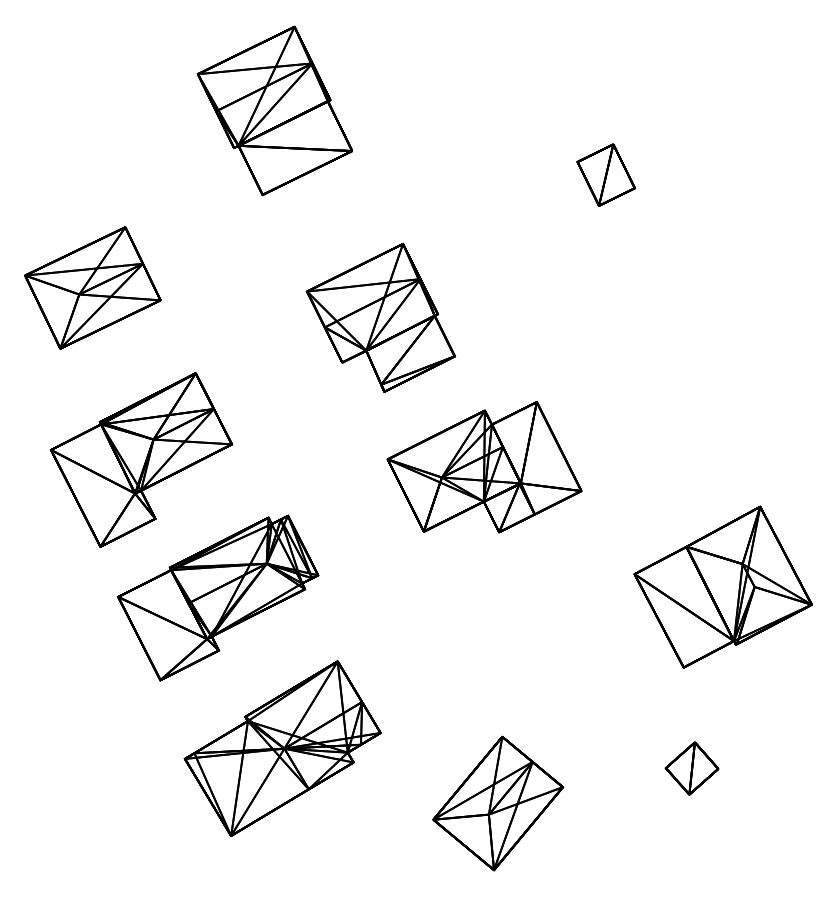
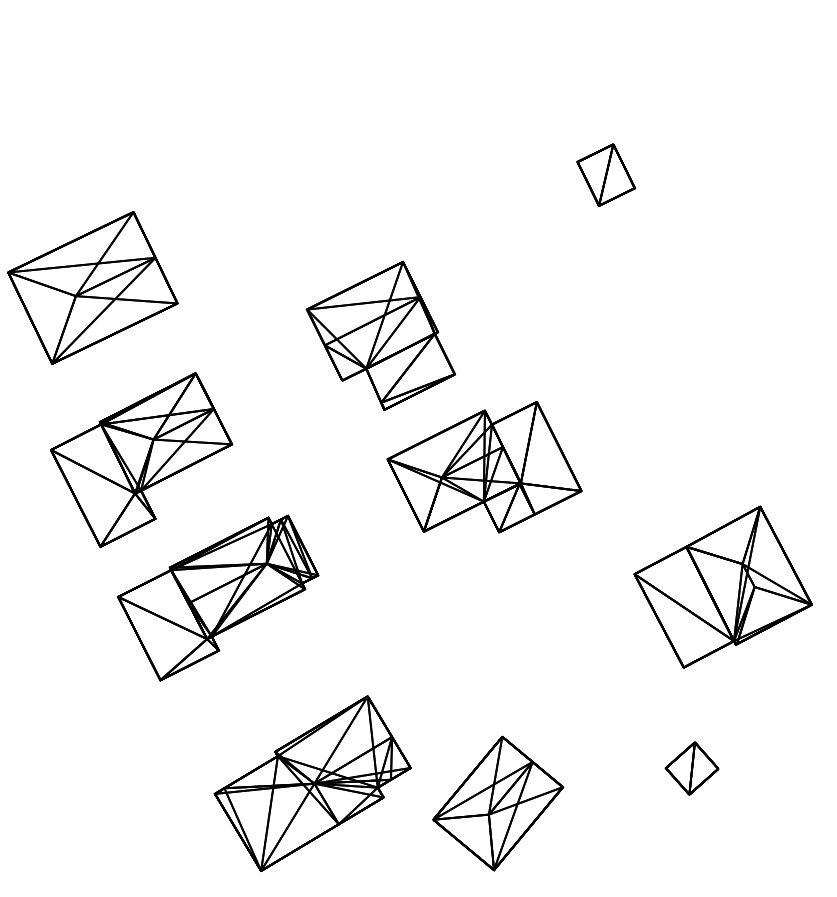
part at (274, 110): present -> none
part at (92, 287) size: 138x124 px -> 172x154 px
part at (380, 317) position: (380, 317) -> (380, 335)
part at (282, 748) position: (282, 748) -> (312, 783)
